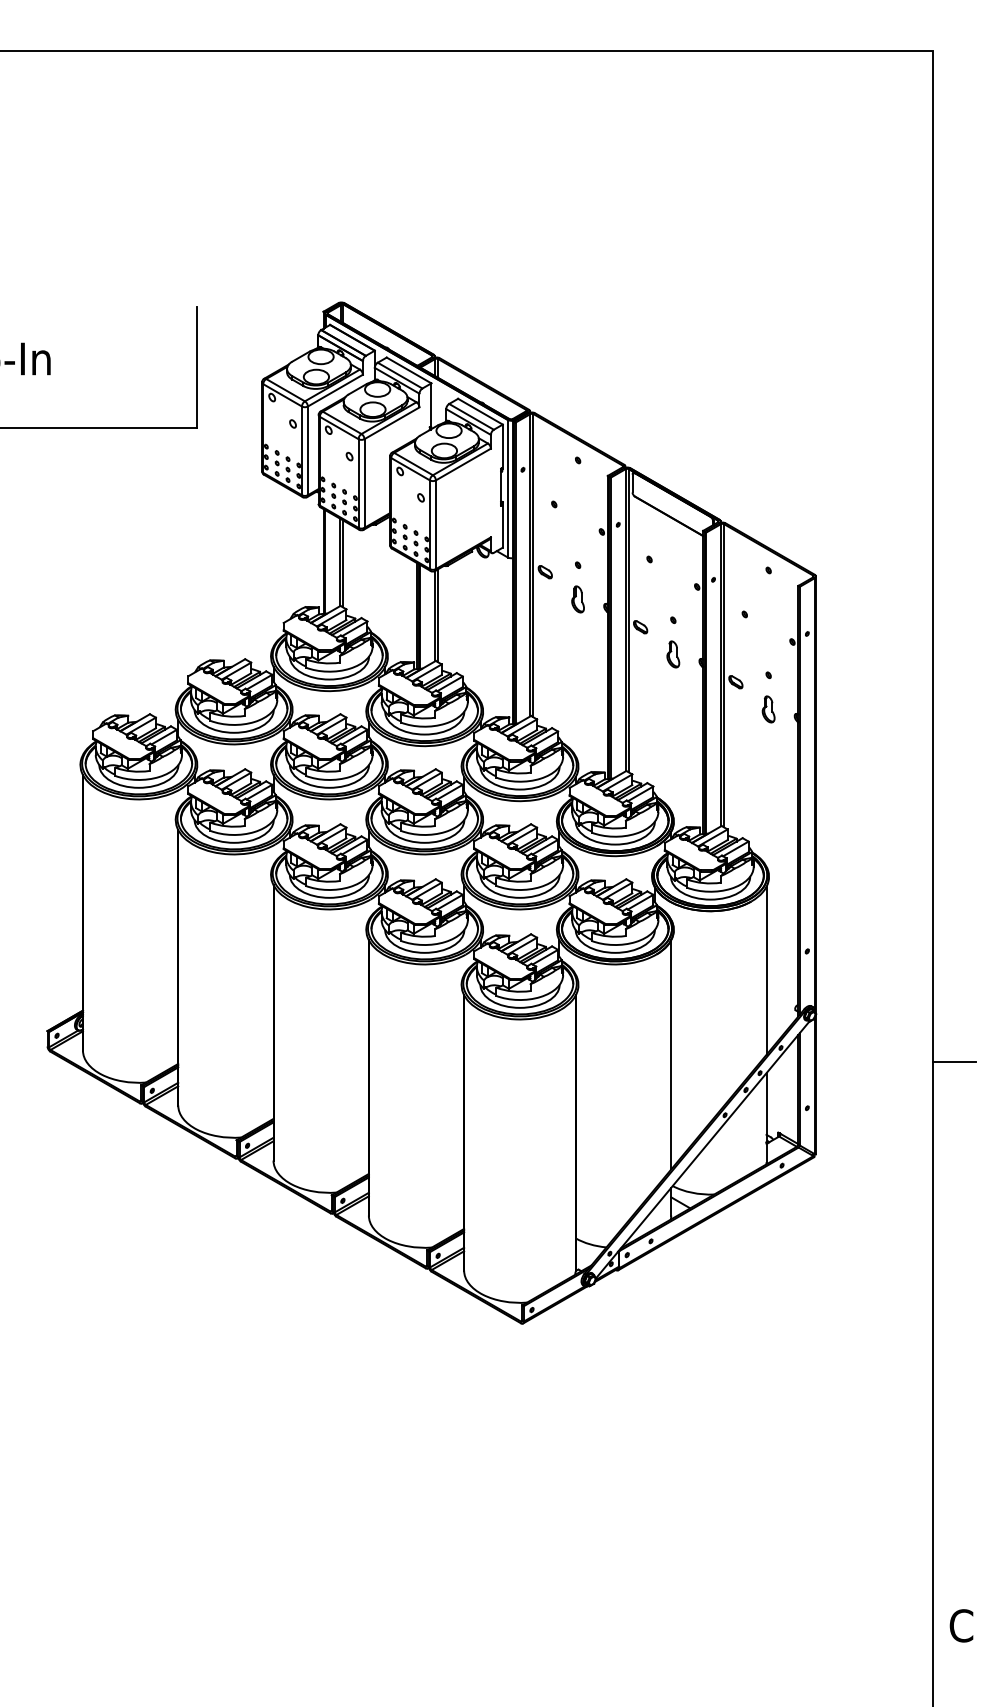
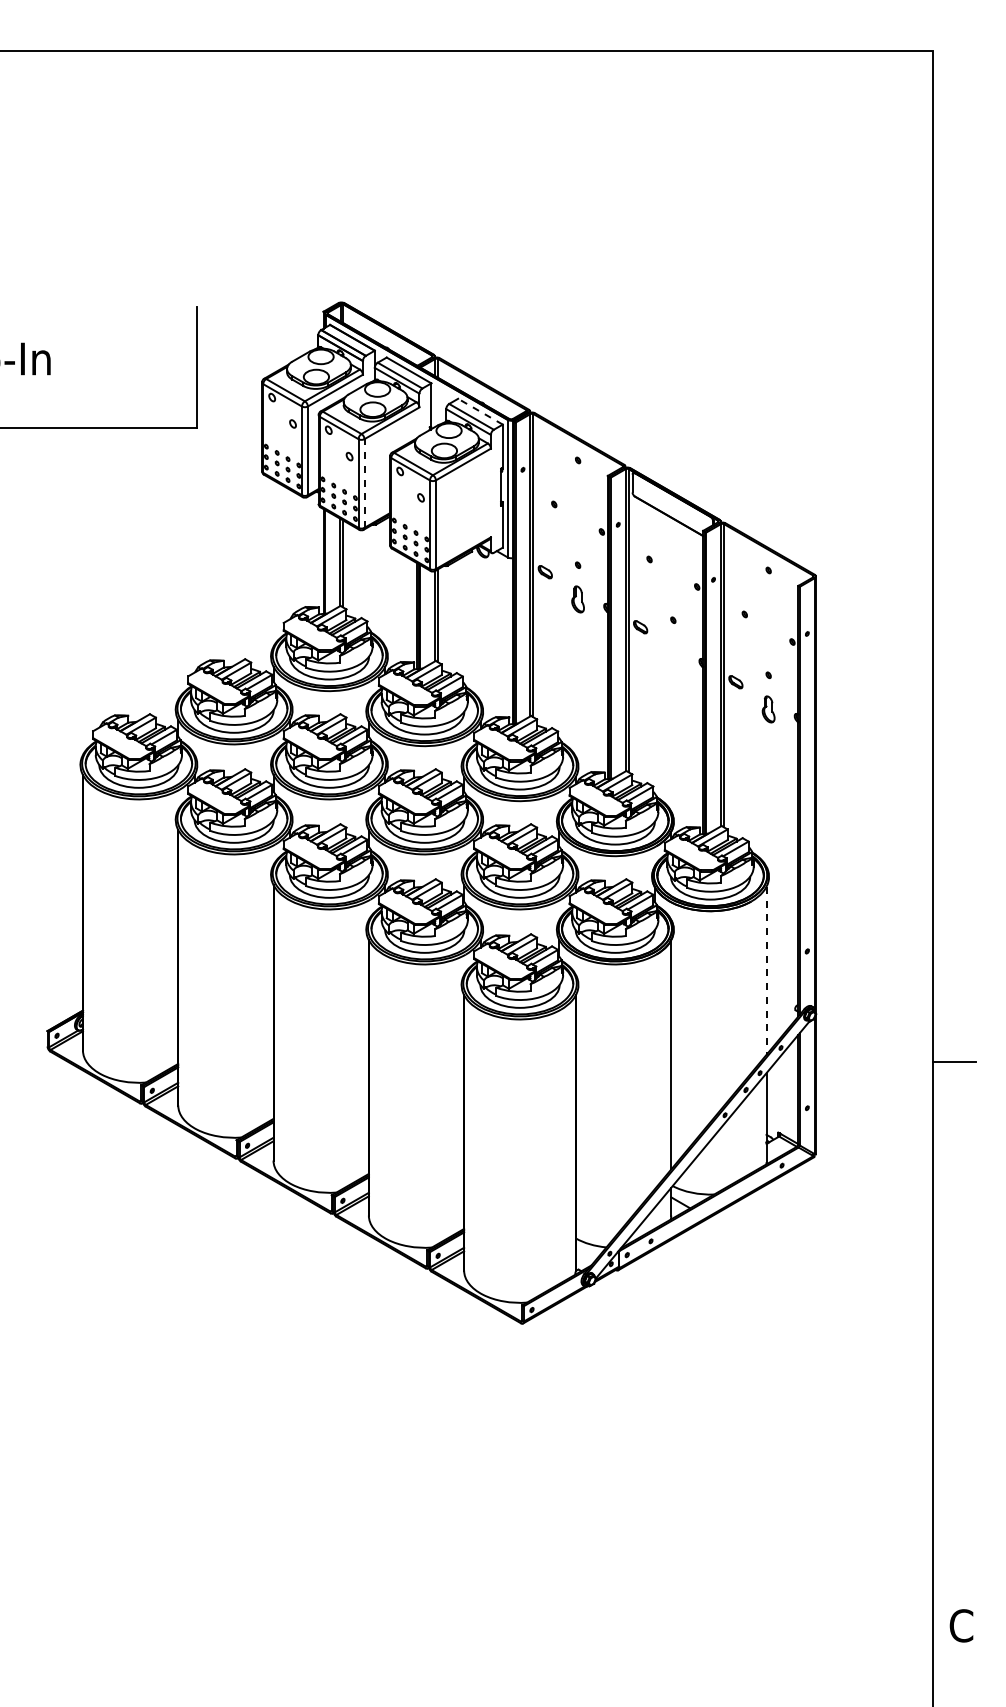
line at (480, 411): solid -> dashed
line at (364, 483): solid -> dashed
part at (673, 654): present -> none
line at (766, 970): solid -> dashed
